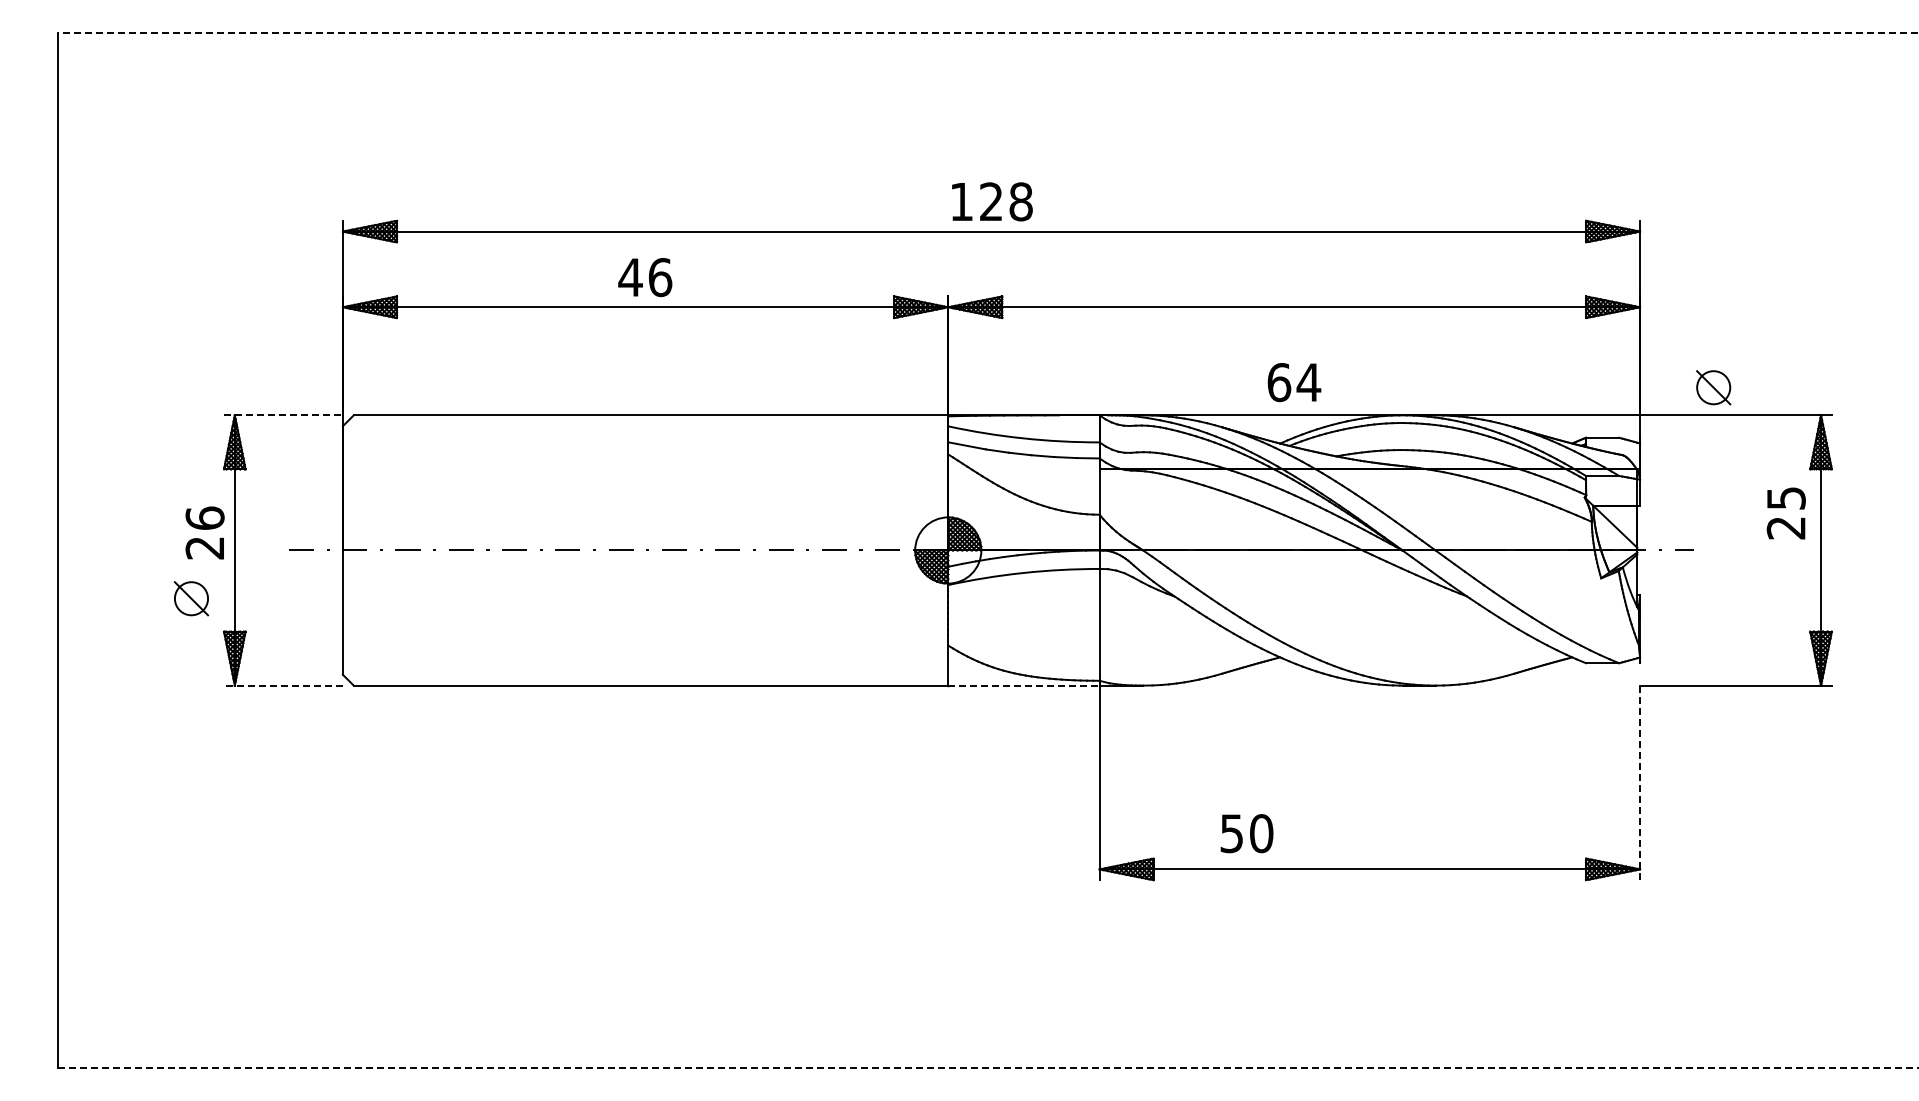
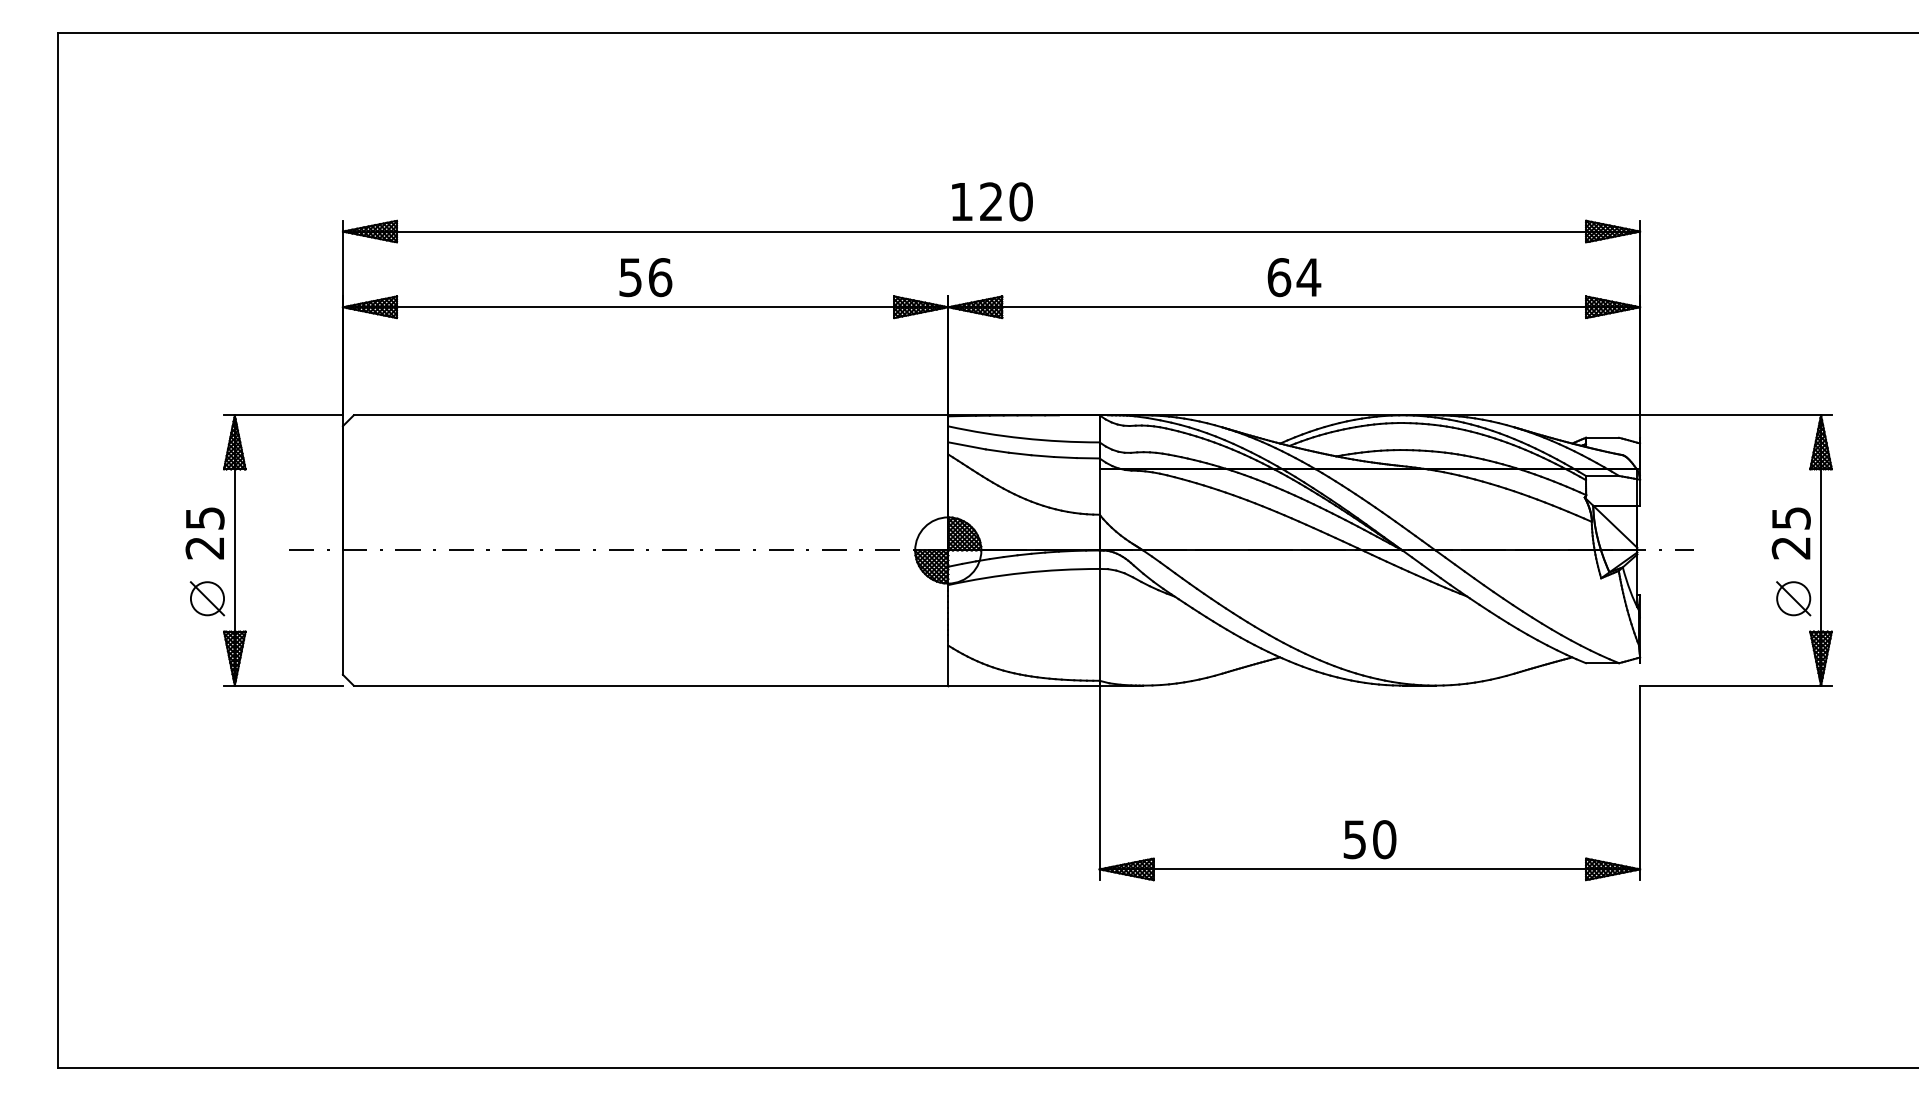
line at (987, 33): dashed -> solid
text at (1020, 201): 128 -> 120
text at (630, 277): 46 -> 56
text at (1294, 382) position: (1294, 382) -> (1294, 277)
part at (1713, 387) position: (1713, 387) -> (1793, 598)
line at (283, 415): dashed -> solid
text at (1785, 513) position: (1785, 513) -> (1790, 533)
text at (204, 517): 26 -> 25
part at (191, 598) position: (191, 598) -> (207, 598)
line at (282, 685): dashed -> solid
line at (1023, 685): dashed -> solid
line at (1640, 782): dashed -> solid
text at (1246, 833) position: (1246, 833) -> (1369, 839)
line at (988, 1067): dashed -> solid
